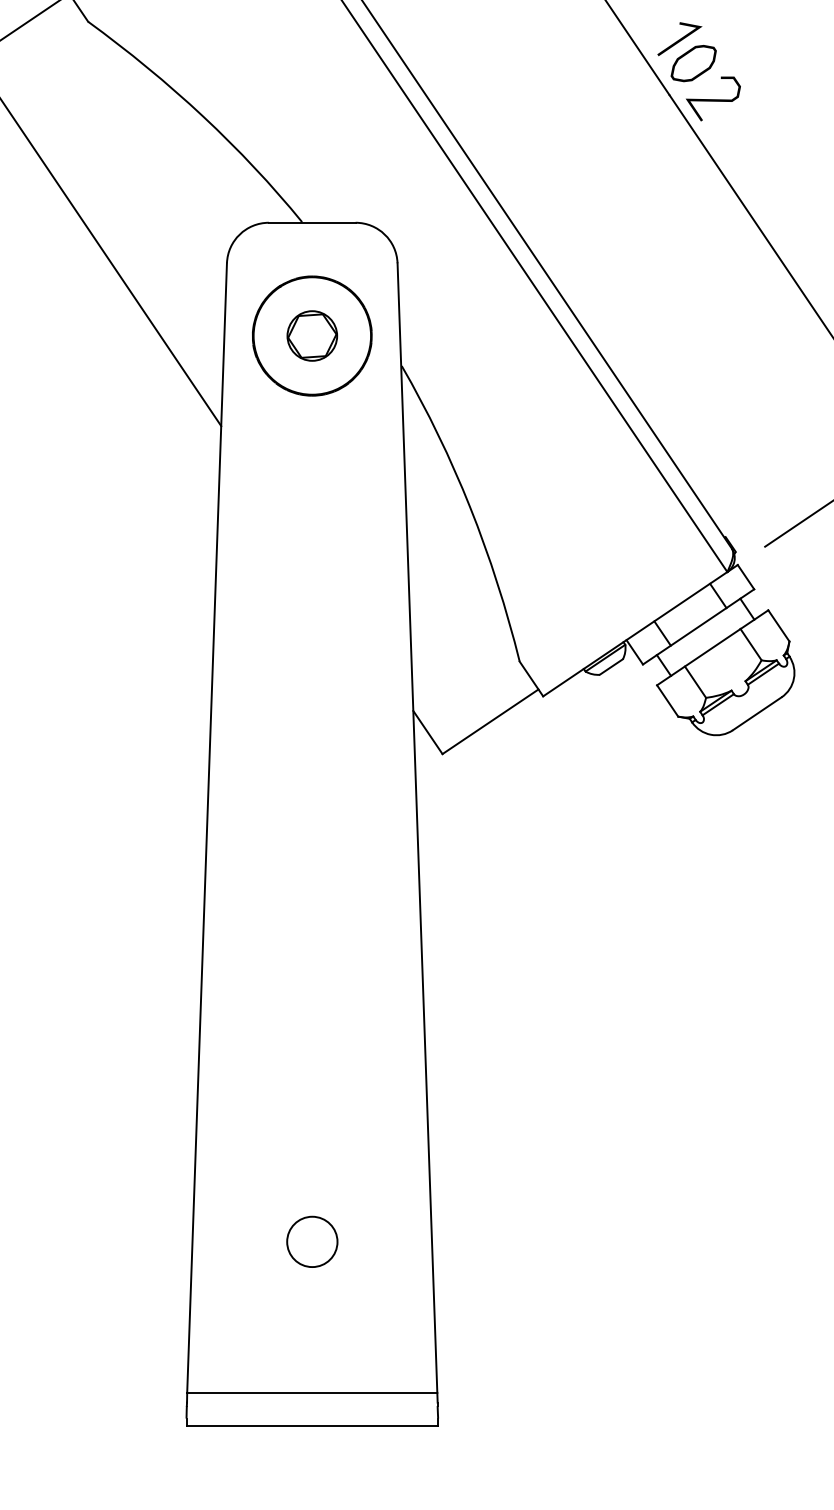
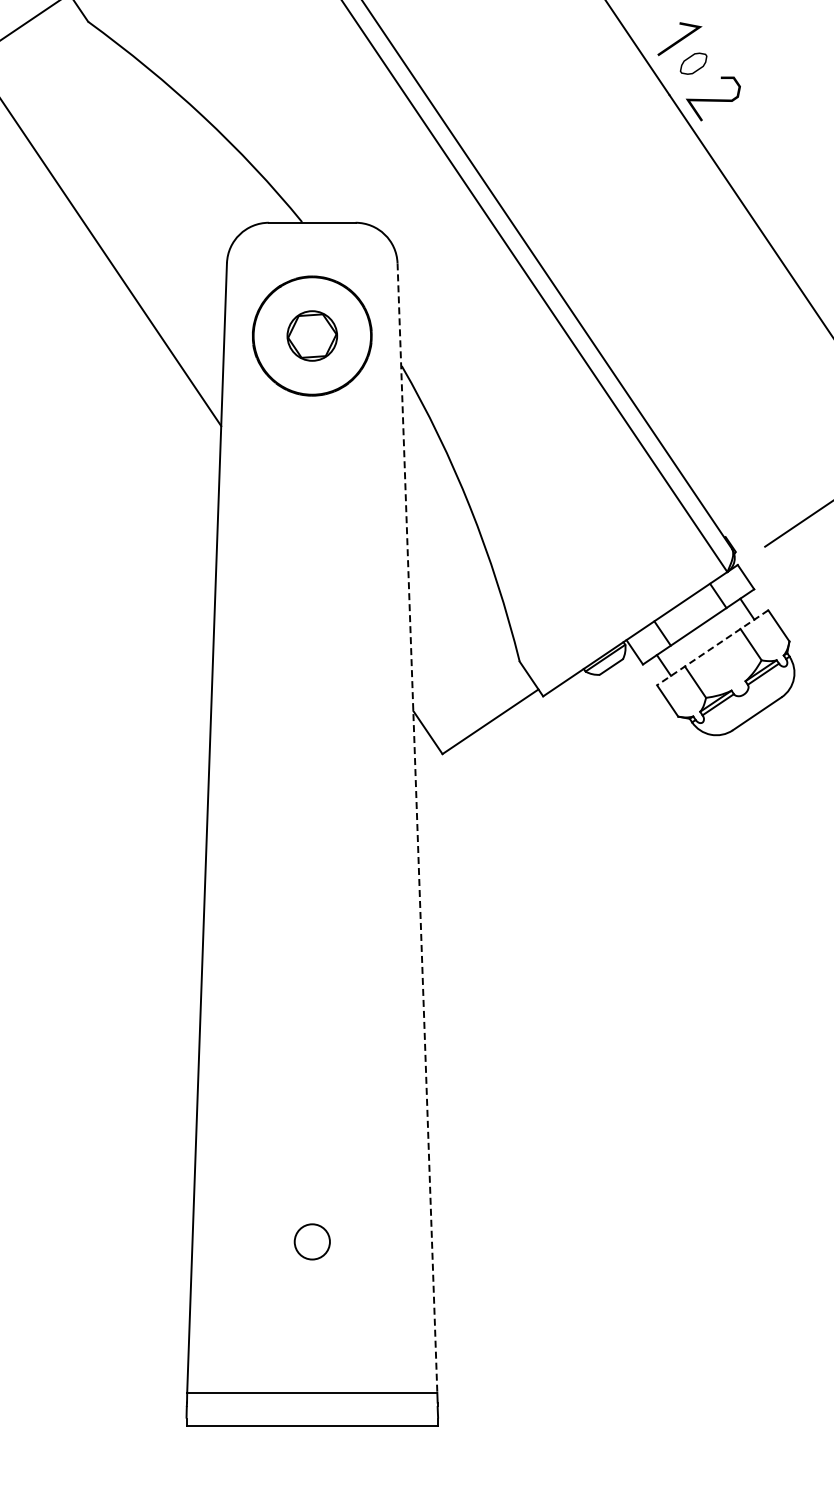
part at (693, 63) size: 47x38 px -> 29x23 px
line at (712, 648): solid -> dashed
line at (417, 828): solid -> dashed
circle at (312, 1241) diameter: 50 px -> 35 px
